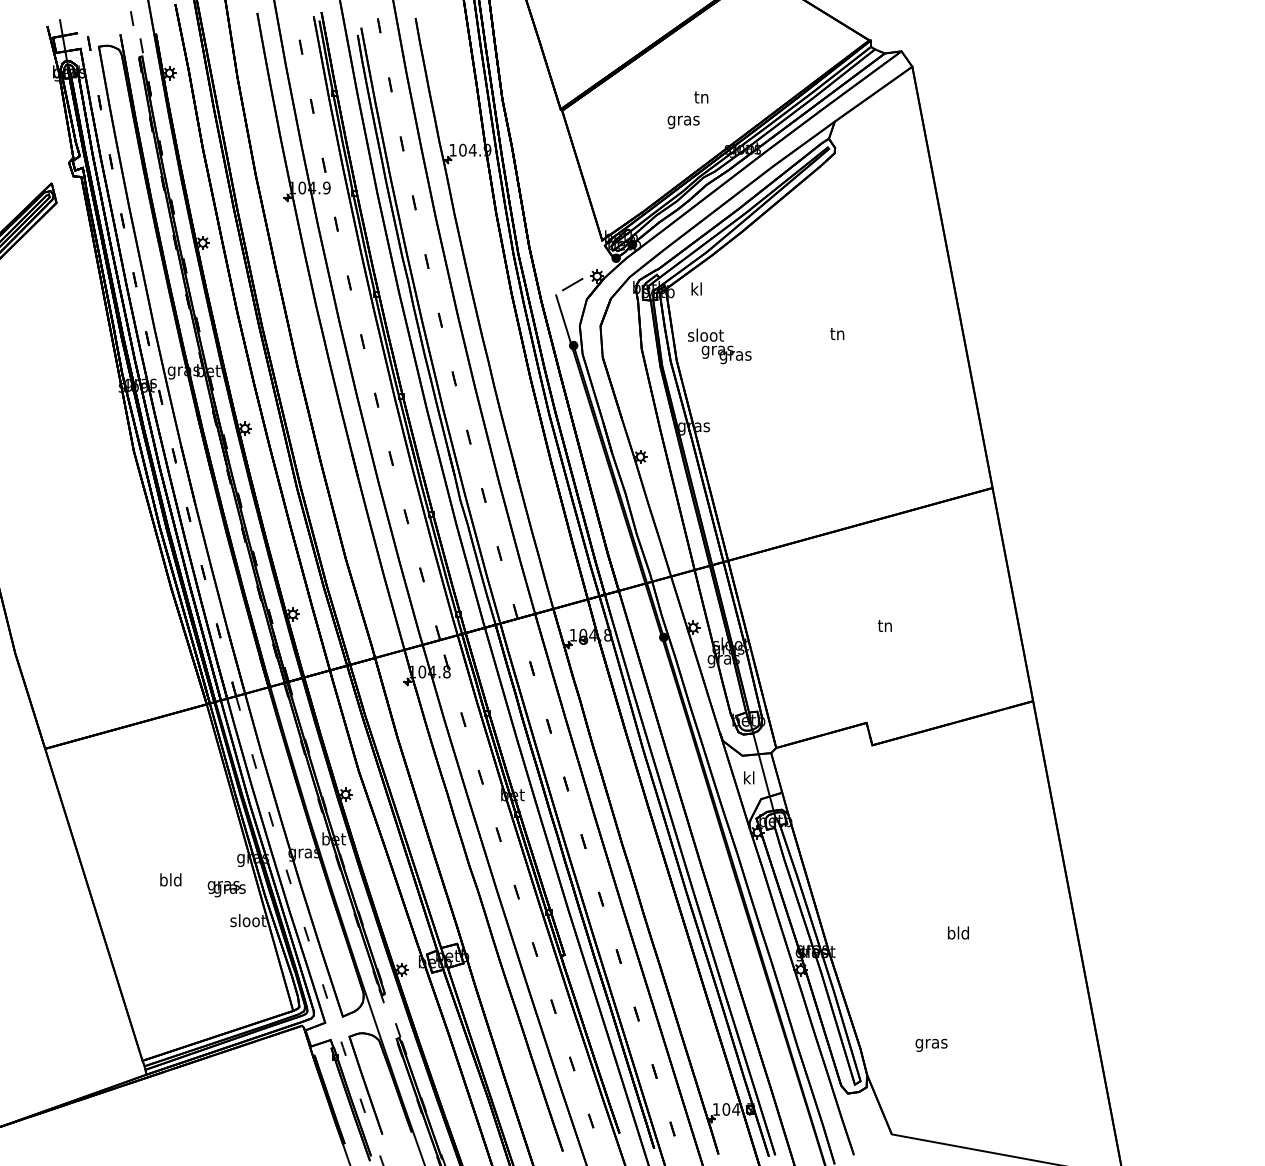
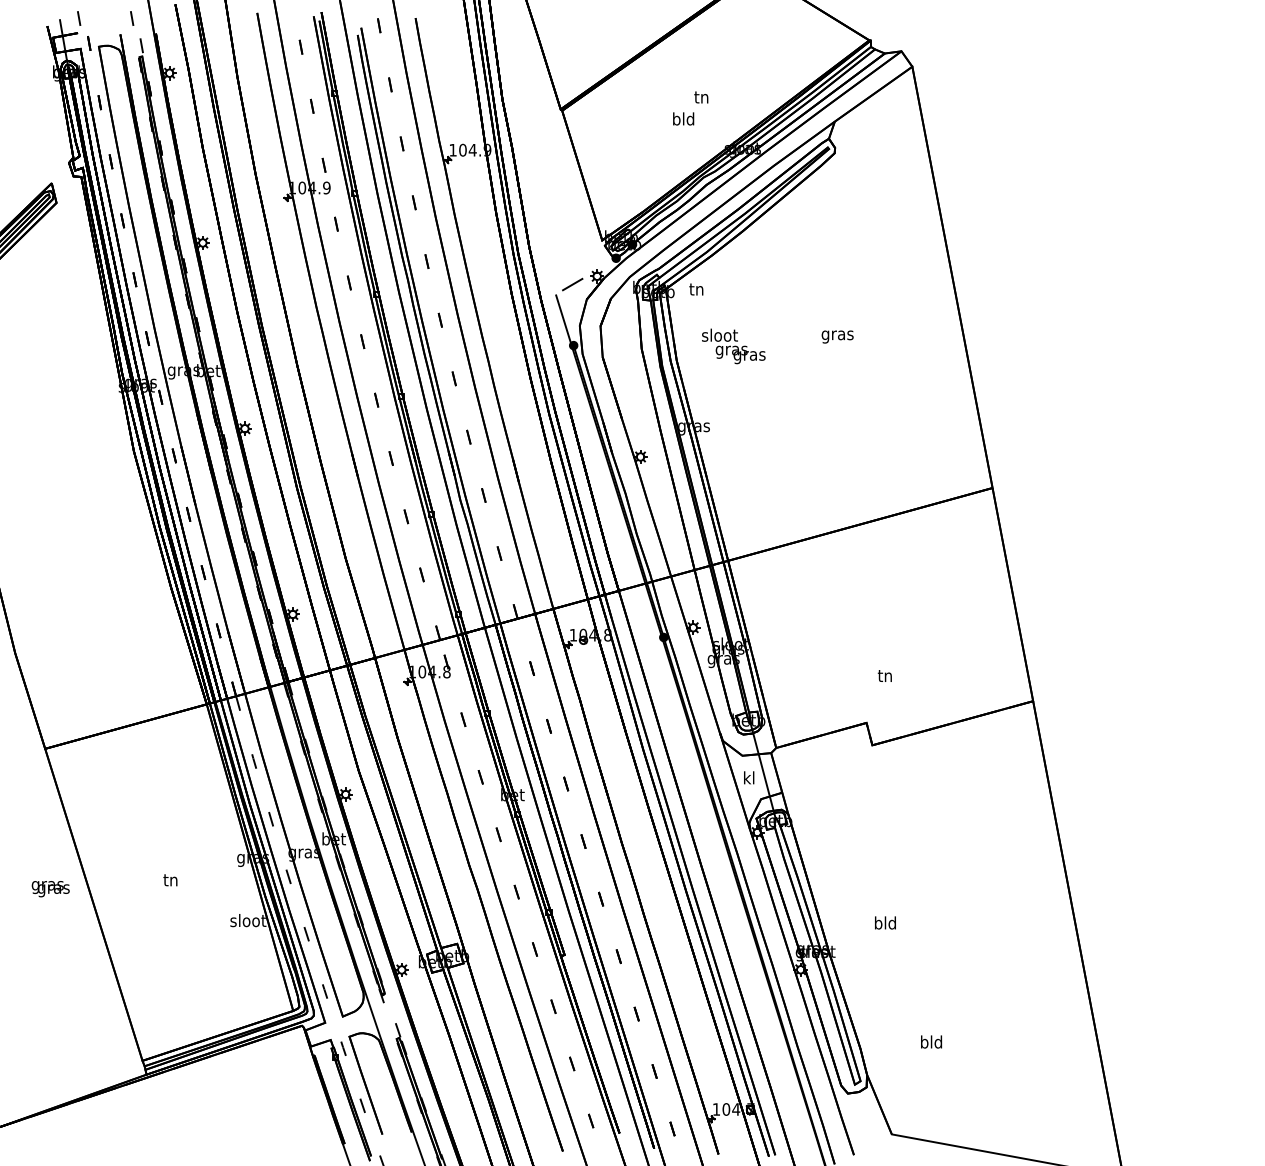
line at (79, 18): none -> present
text at (683, 120): gras -> bld
text at (696, 288): kl -> tn
text at (837, 335): tn -> gras
text at (719, 346) position: (719, 346) -> (733, 346)
text at (884, 625) position: (884, 625) -> (884, 675)
text at (170, 879): bld -> tn
text at (226, 889) position: (226, 889) -> (50, 889)
text at (958, 932) position: (958, 932) -> (885, 922)
text at (931, 1043): gras -> bld
